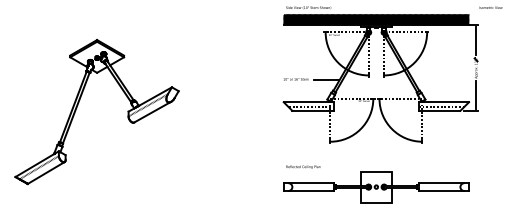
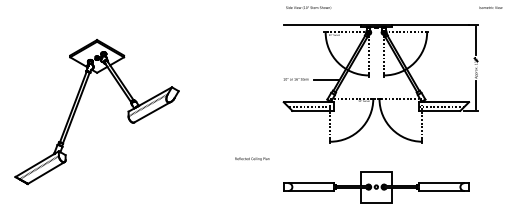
hatch at (376, 19): present -> none
text at (303, 166) position: (303, 166) -> (252, 158)
